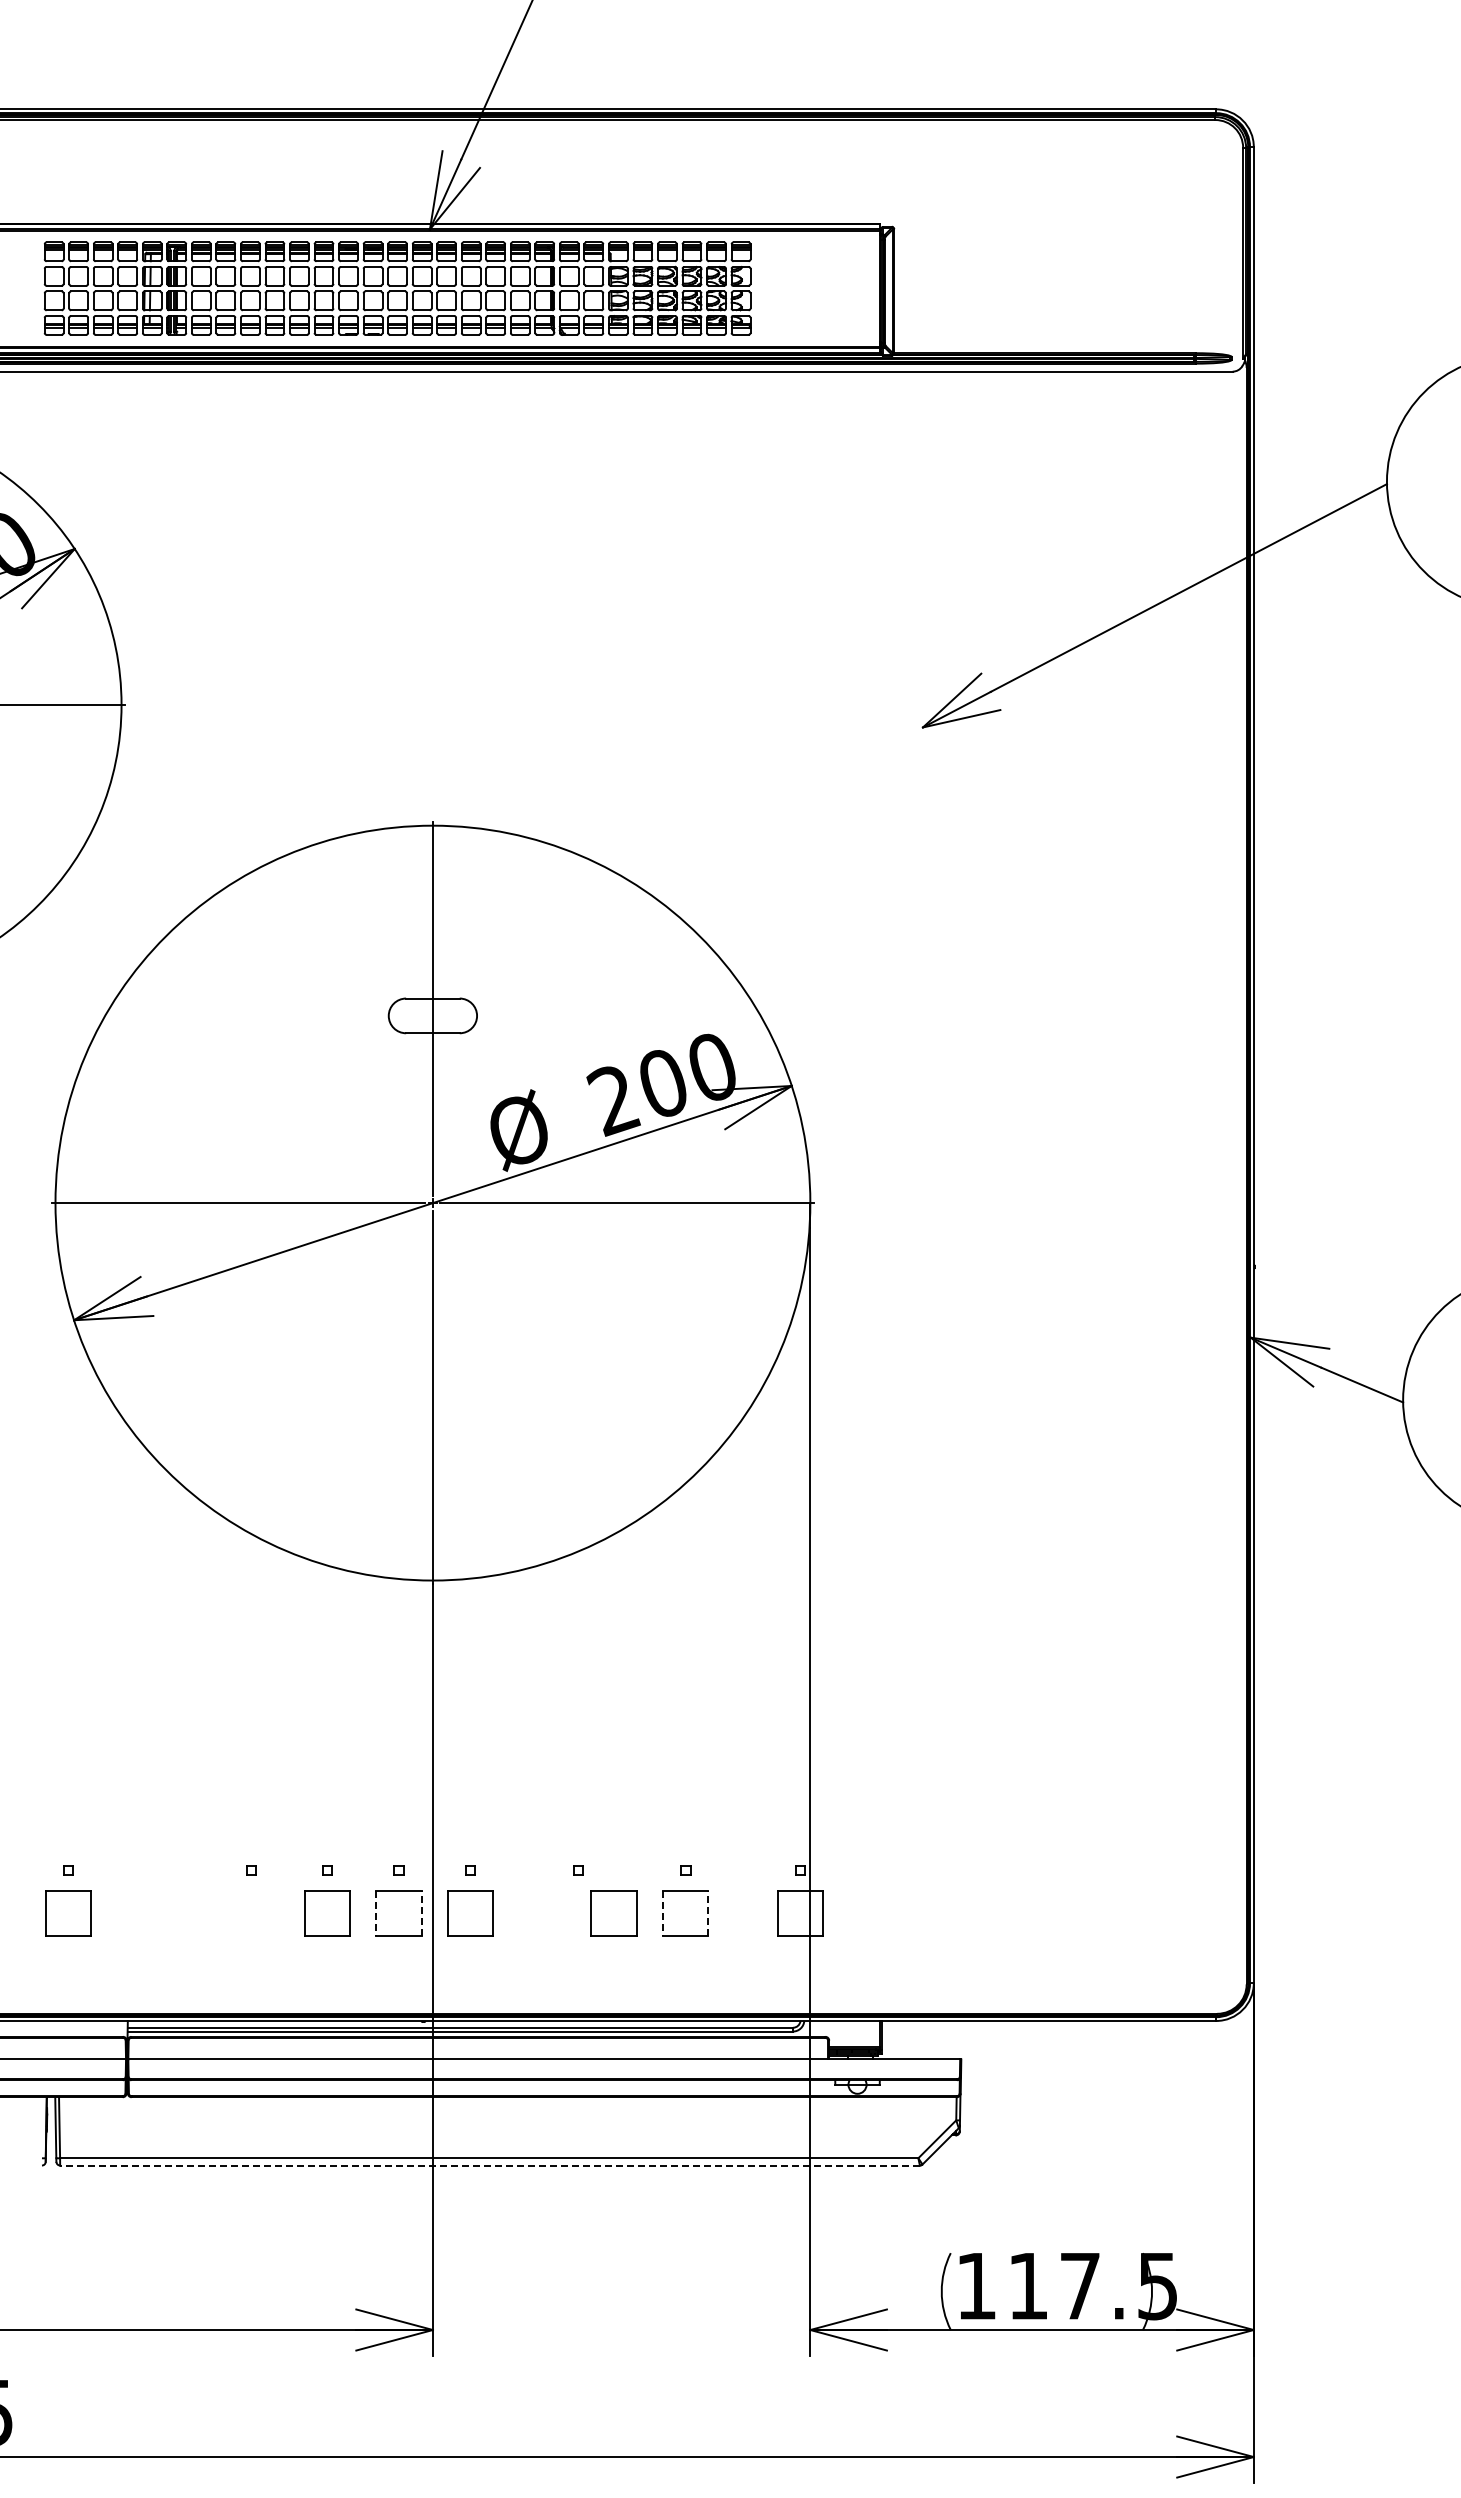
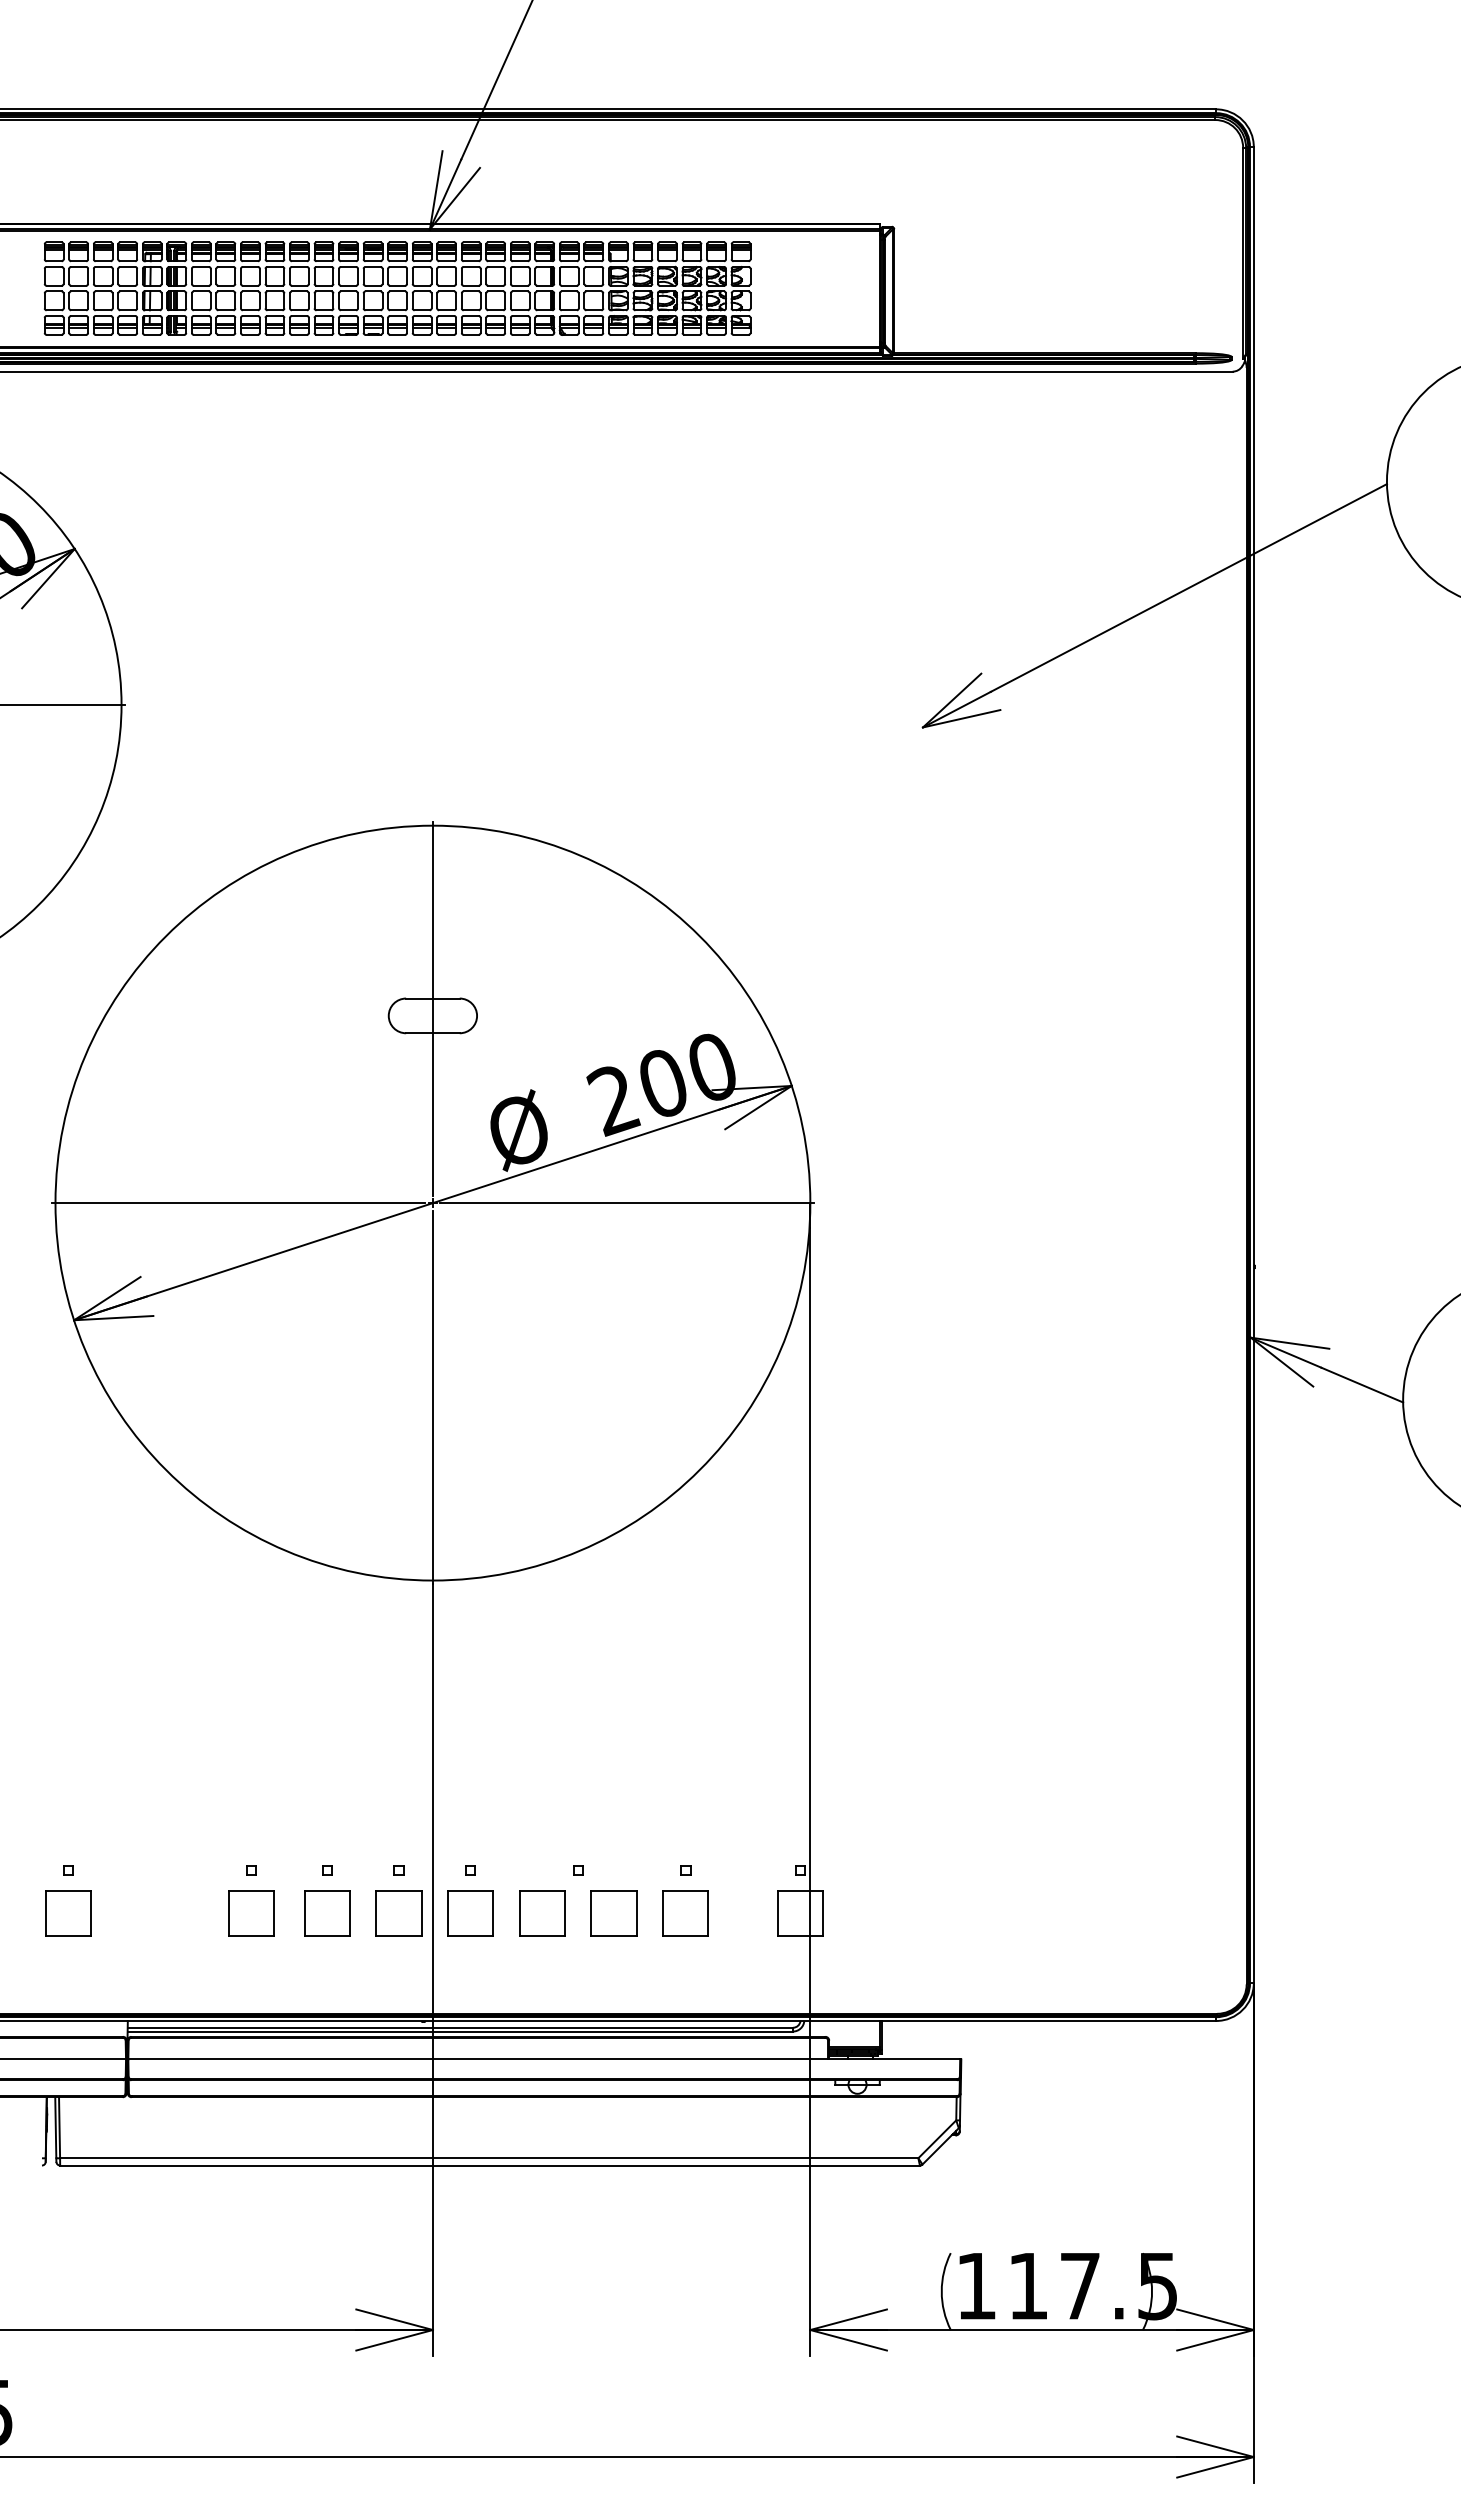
part at (251, 1913): none -> present
line at (376, 1913): dashed -> solid
line at (421, 1913): dashed -> solid
part at (542, 1913): none -> present
line at (663, 1913): dashed -> solid
line at (708, 1913): dashed -> solid
line at (490, 2165): dashed -> solid
